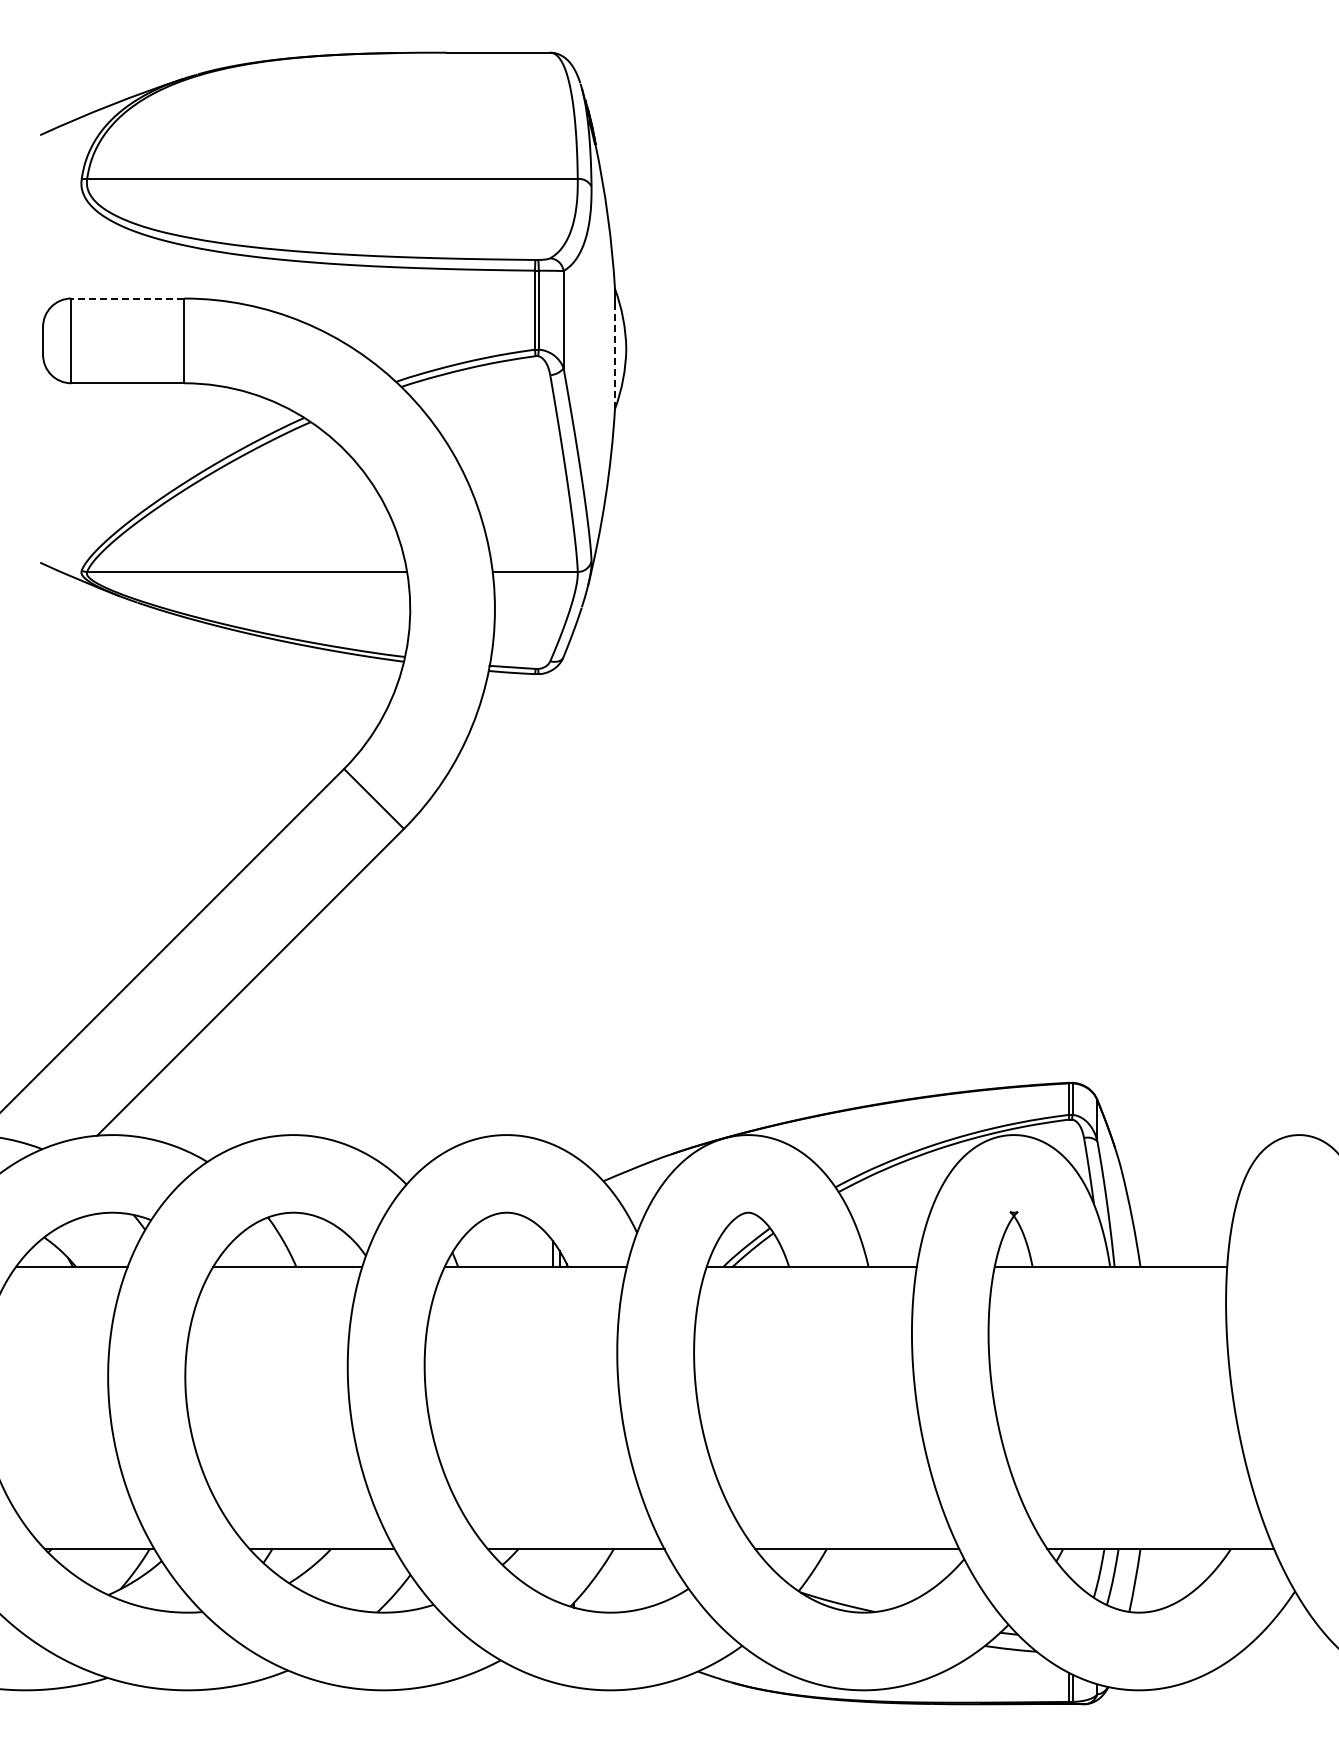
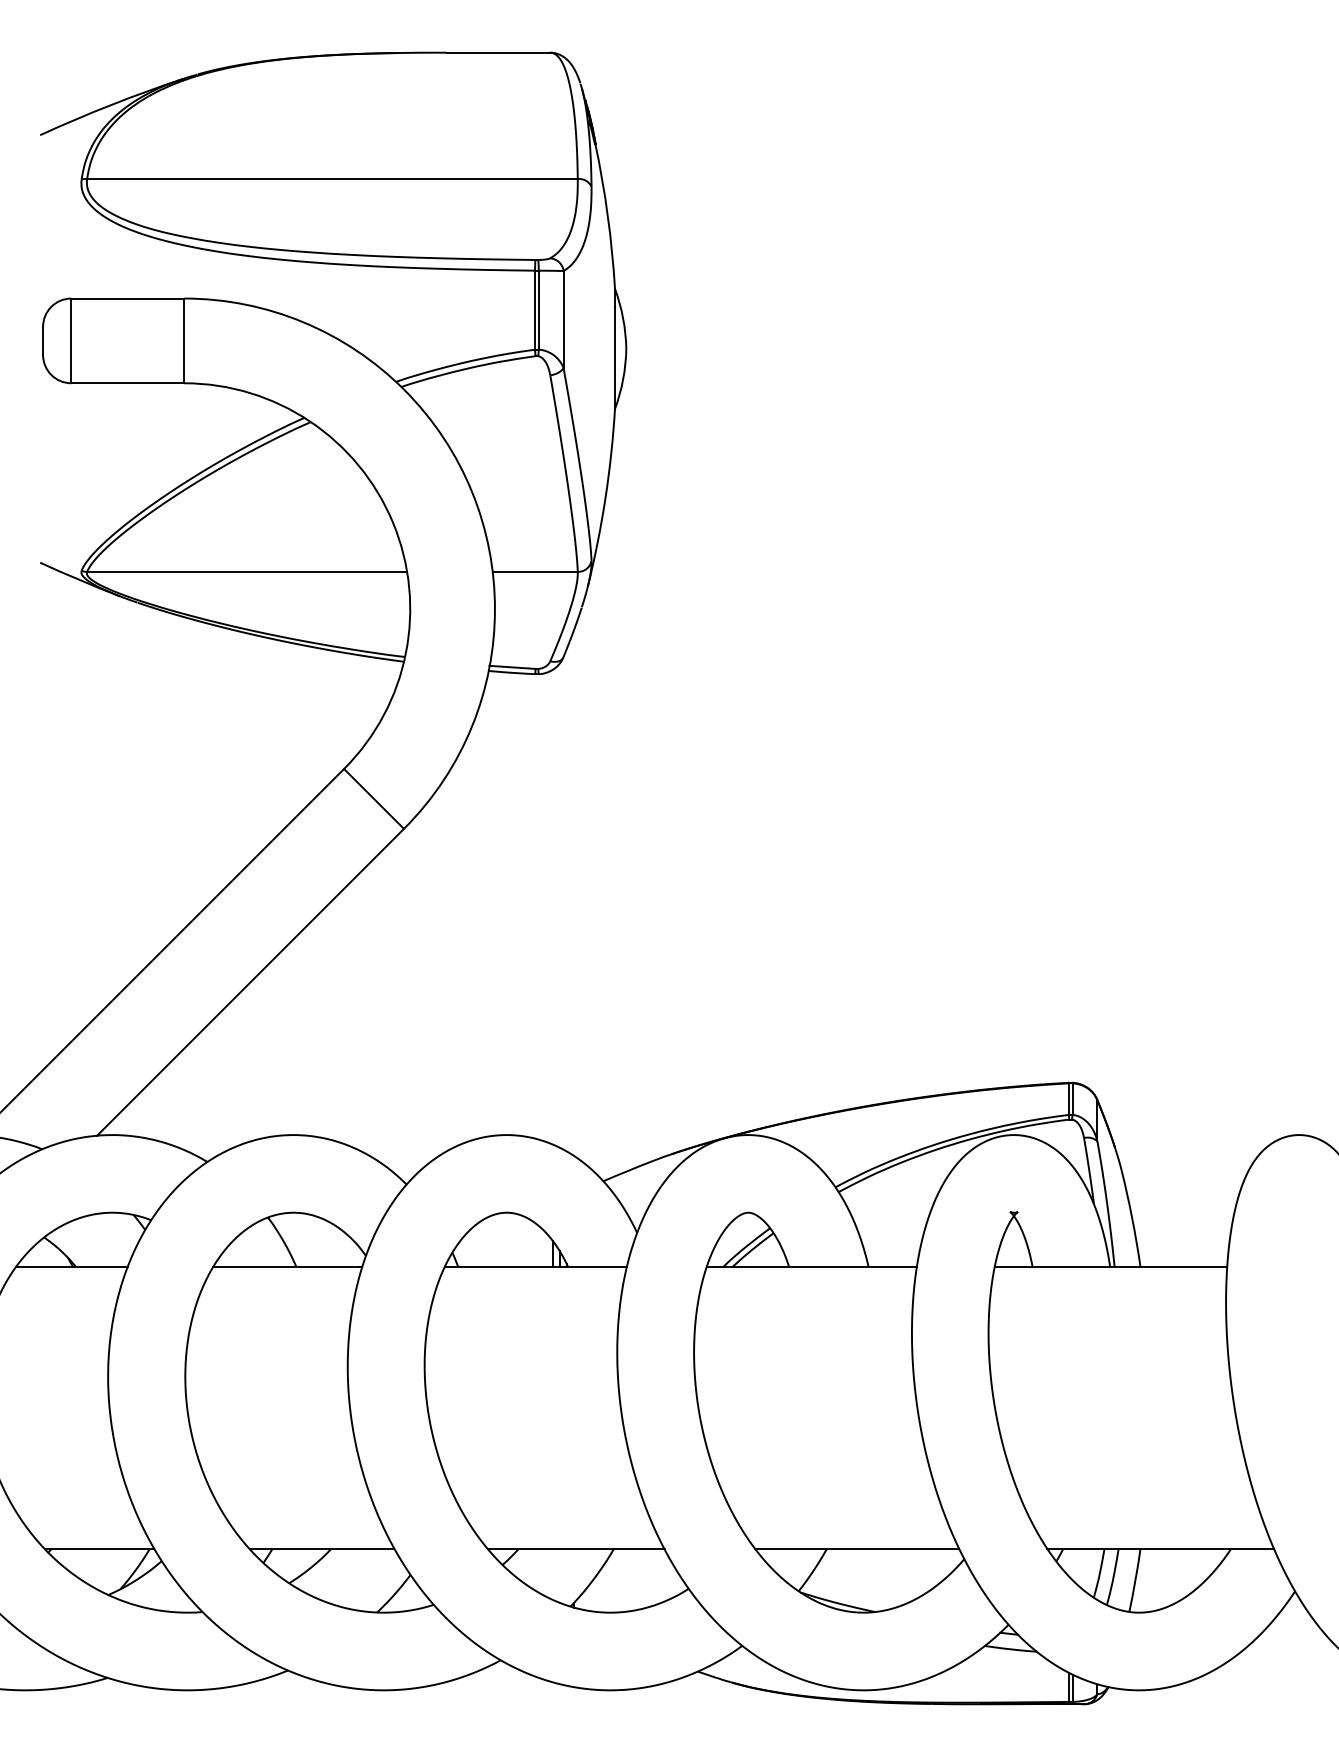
line at (127, 298): dashed -> solid
line at (615, 357): dashed -> solid
